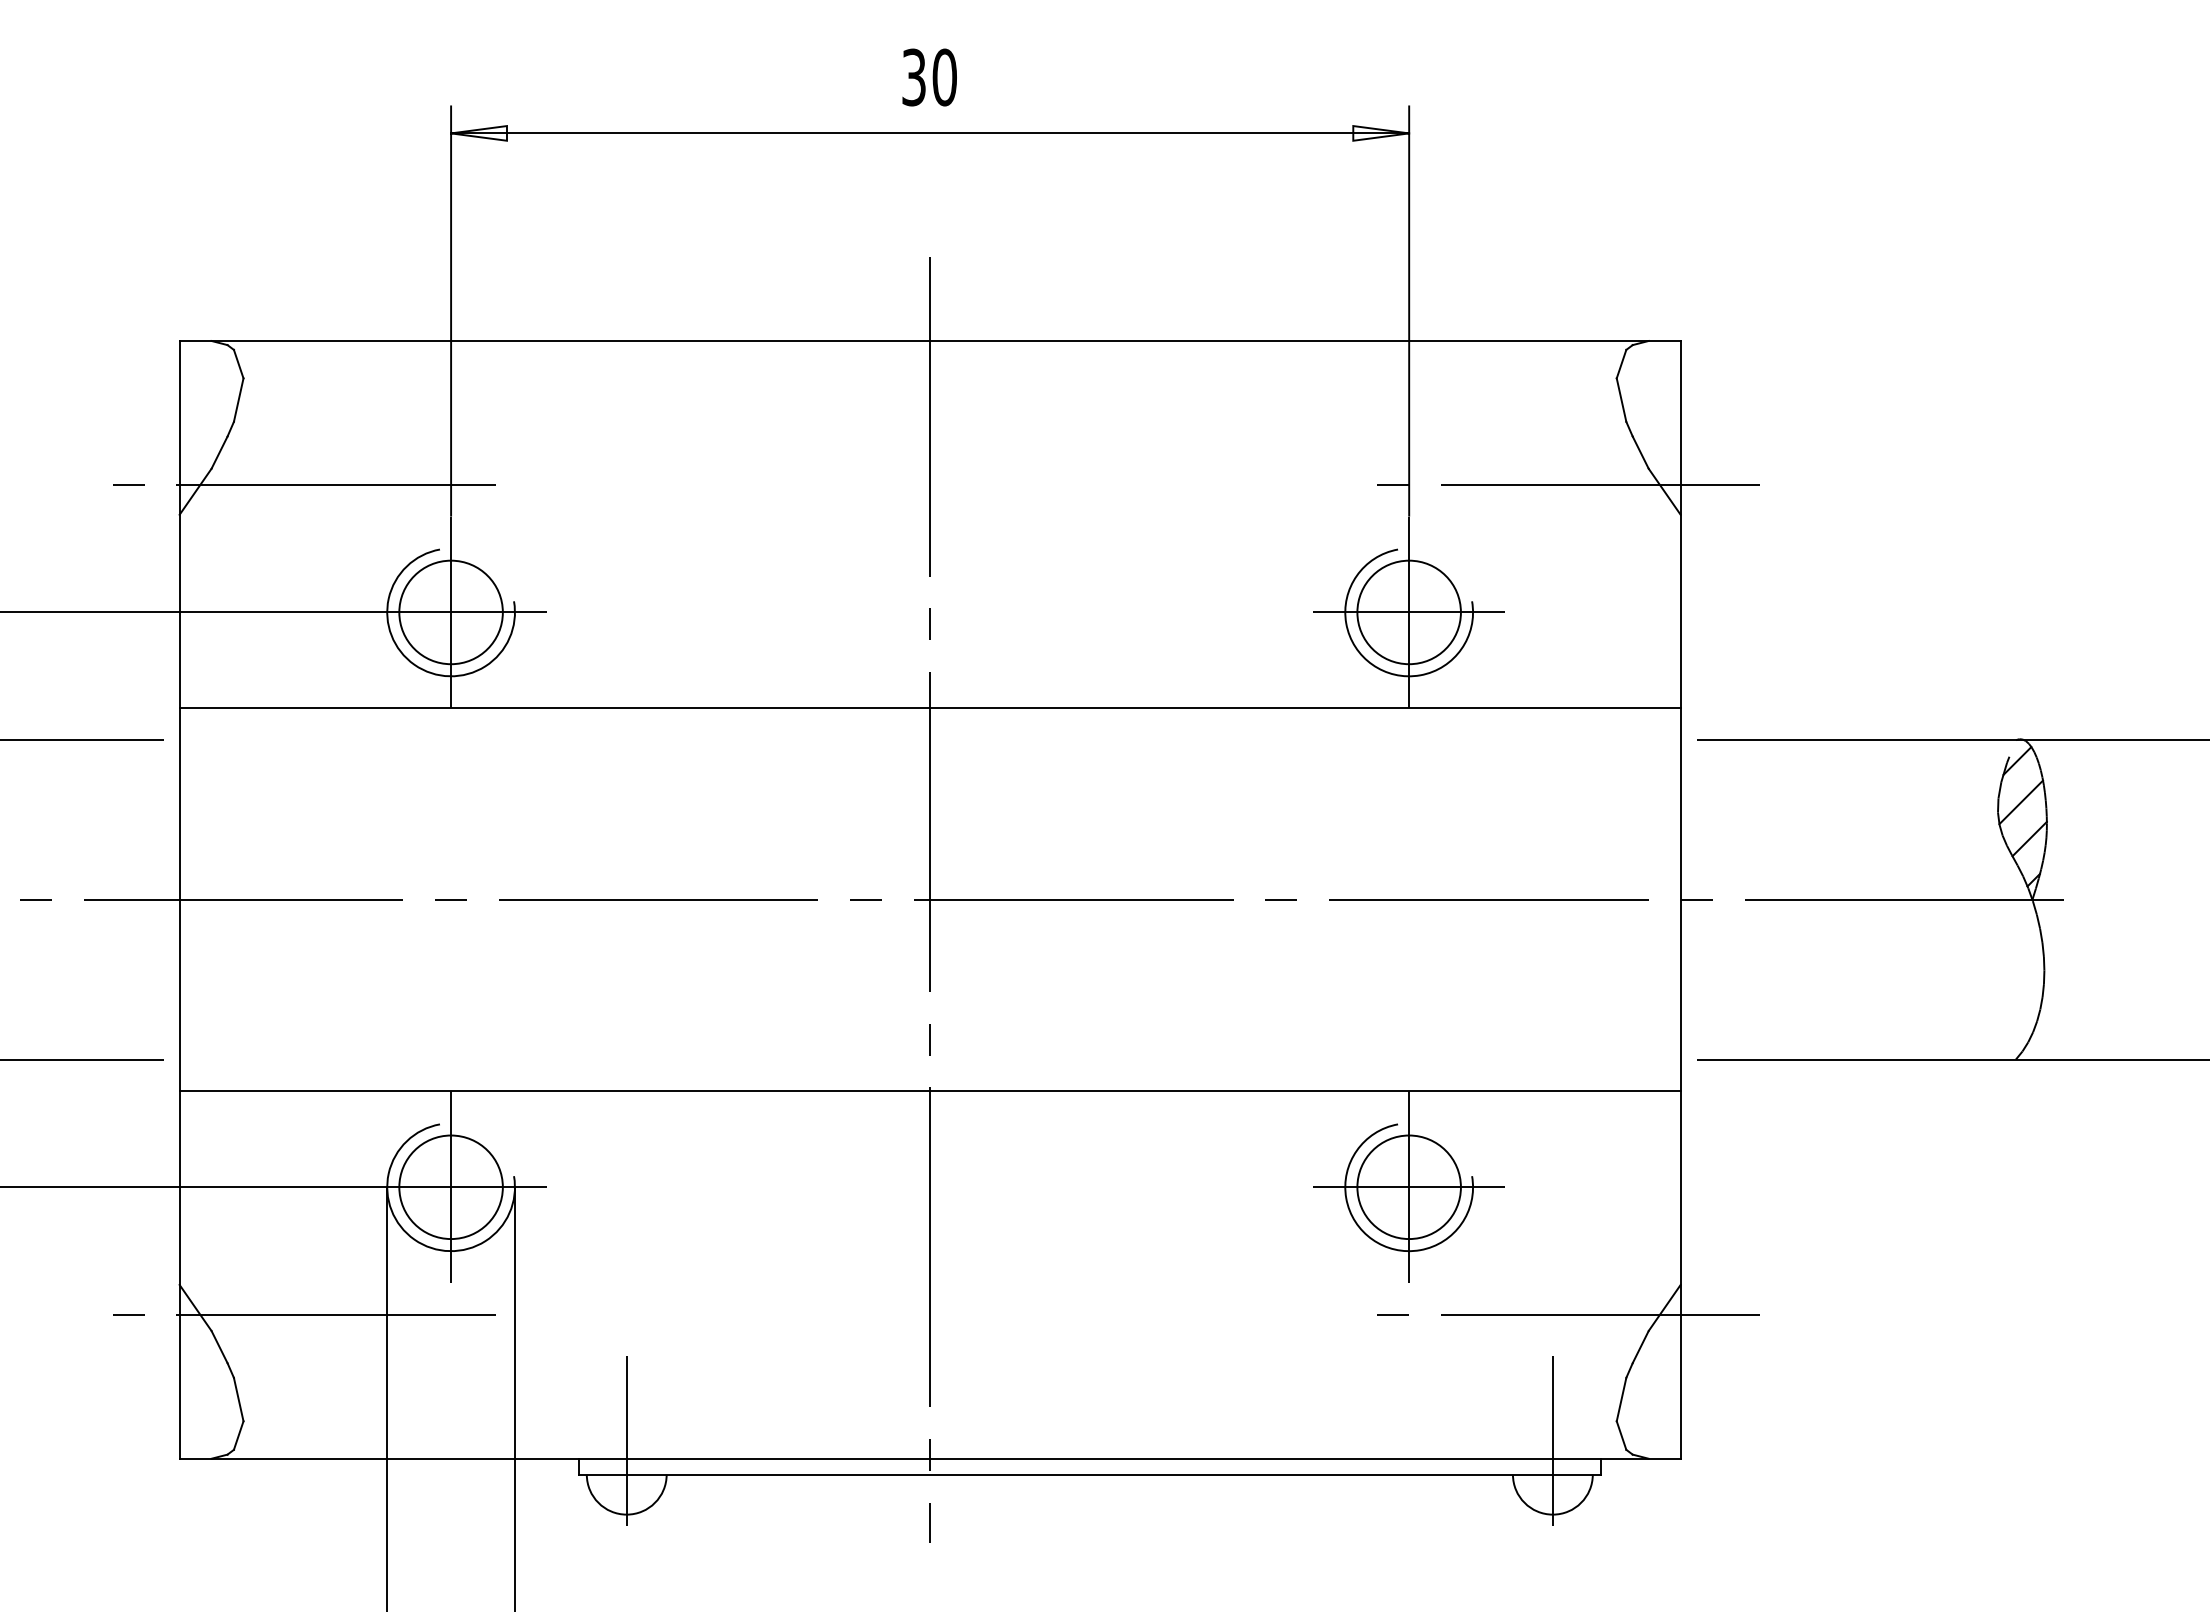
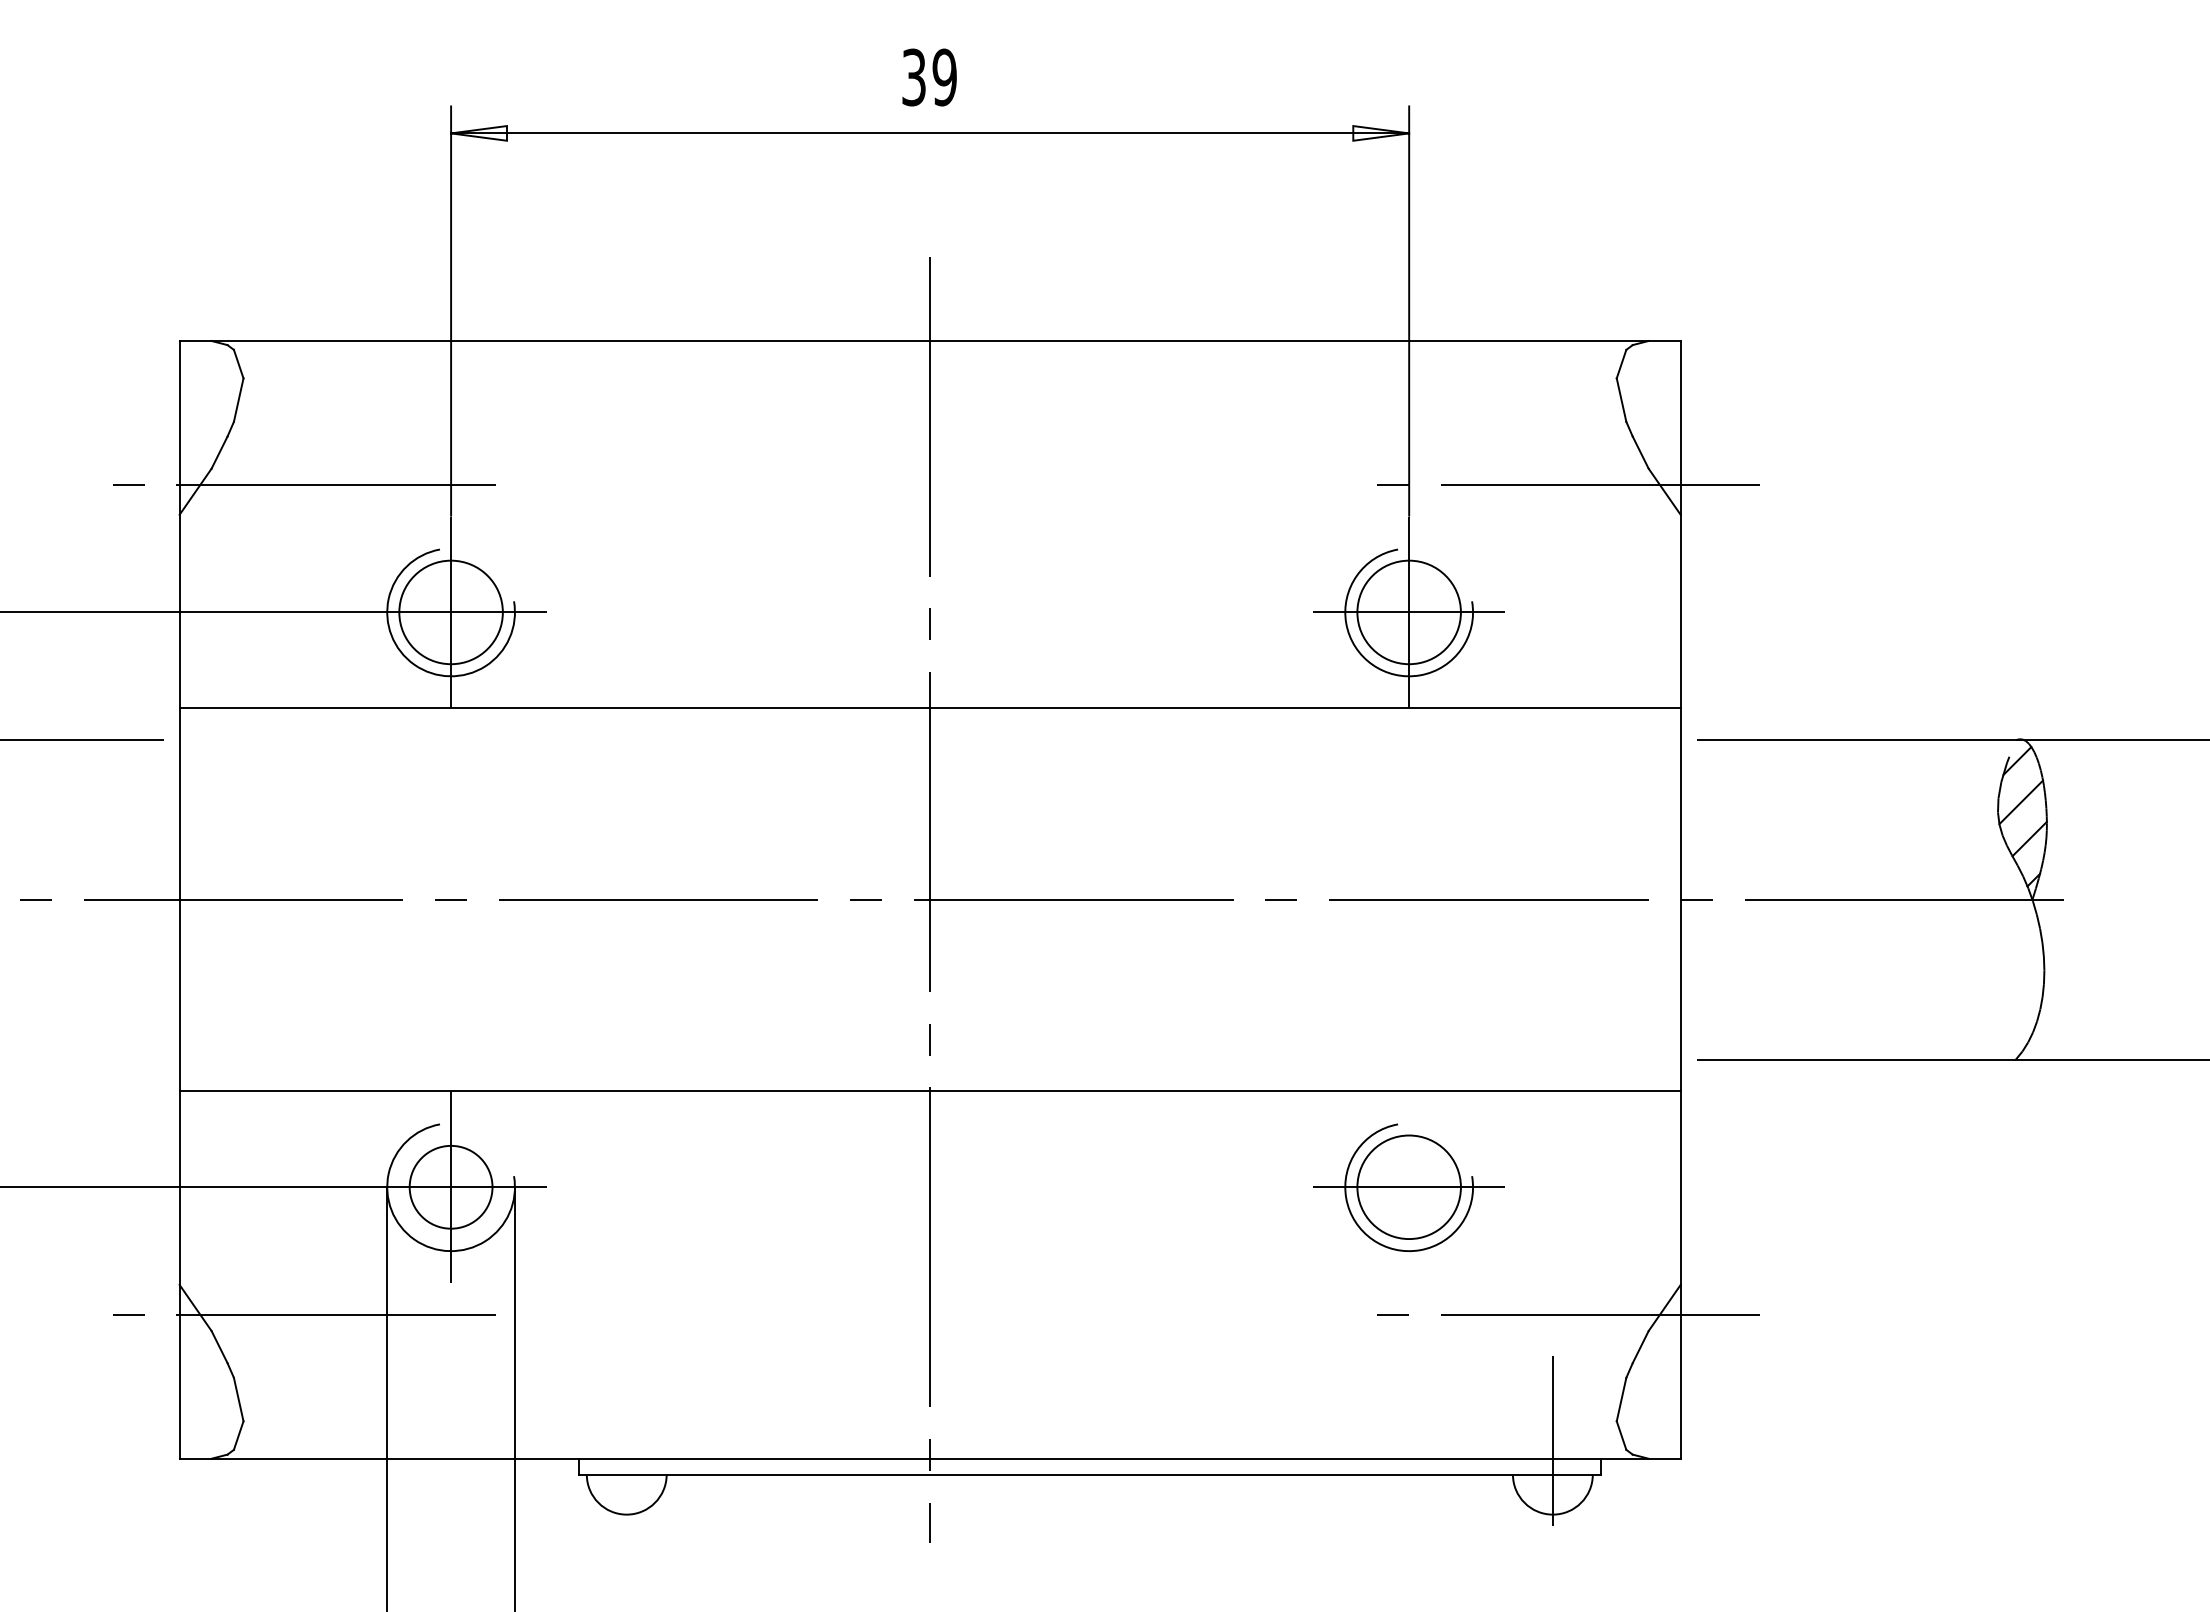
text at (944, 77): 30 -> 39
line at (90, 1059): present -> none
circle at (450, 1187) diameter: 104 px -> 83 px
line at (1409, 1187): present -> none
line at (626, 1440): present -> none
